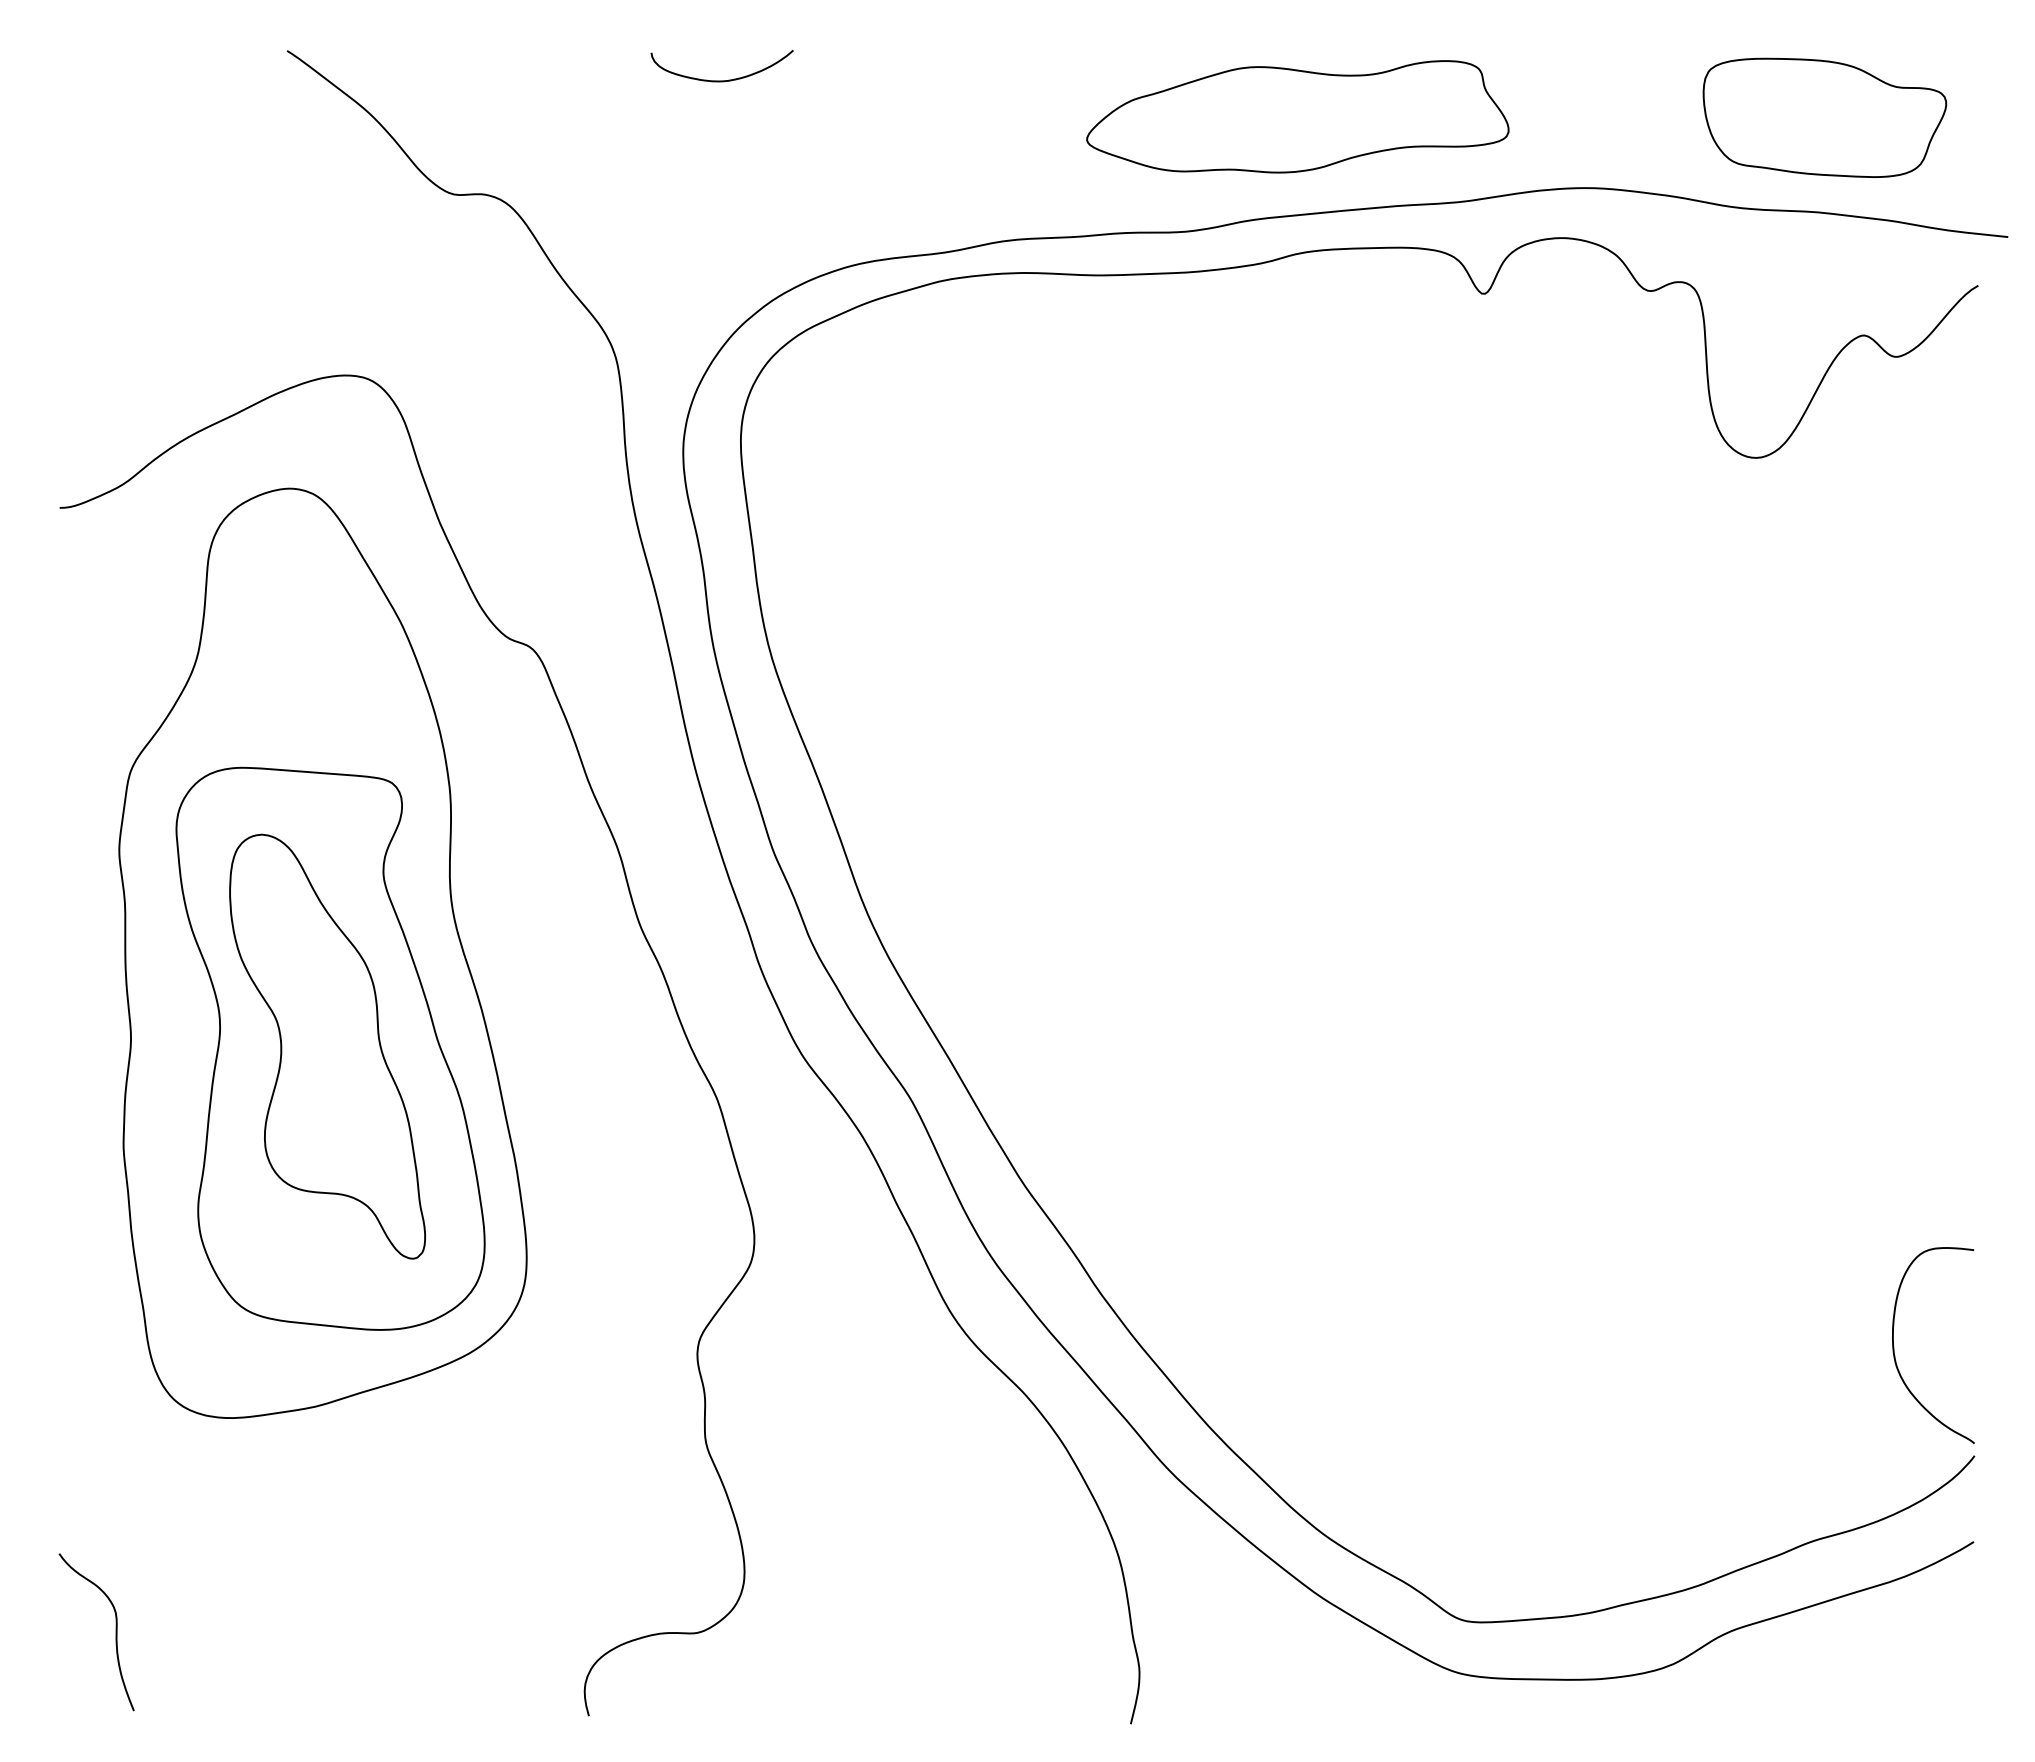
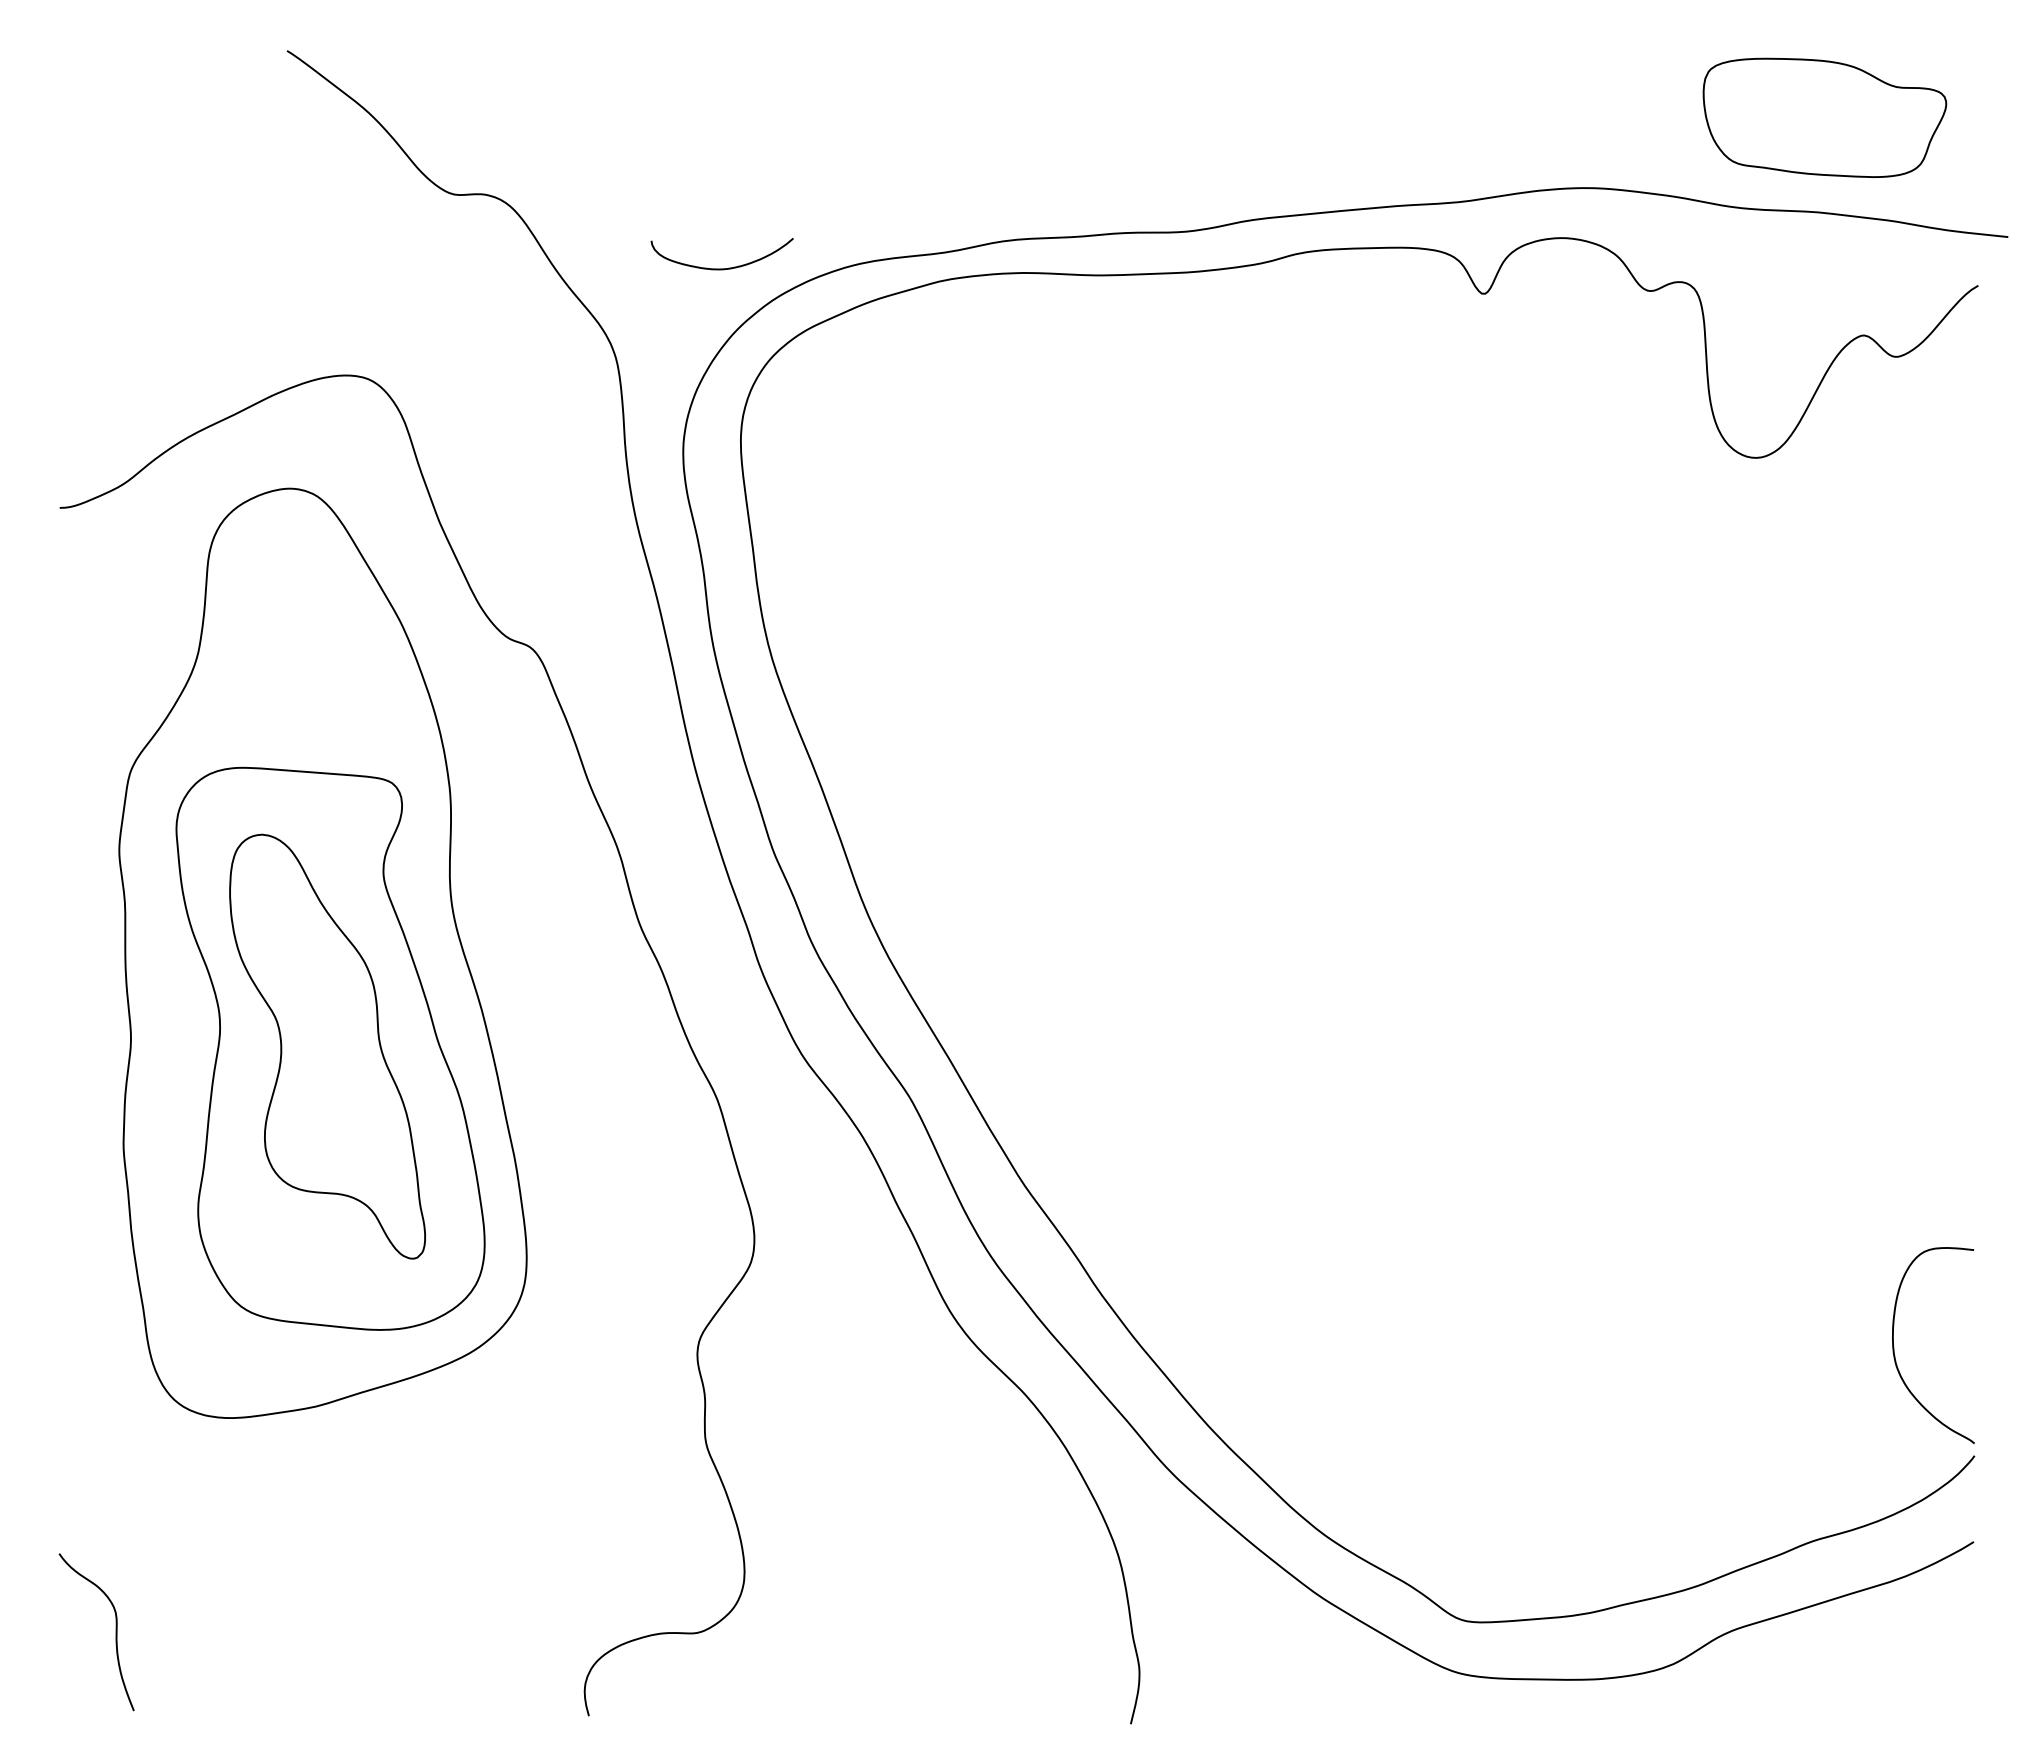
curve at (721, 80) position: (721, 80) -> (721, 268)
part at (1297, 116): present -> none
